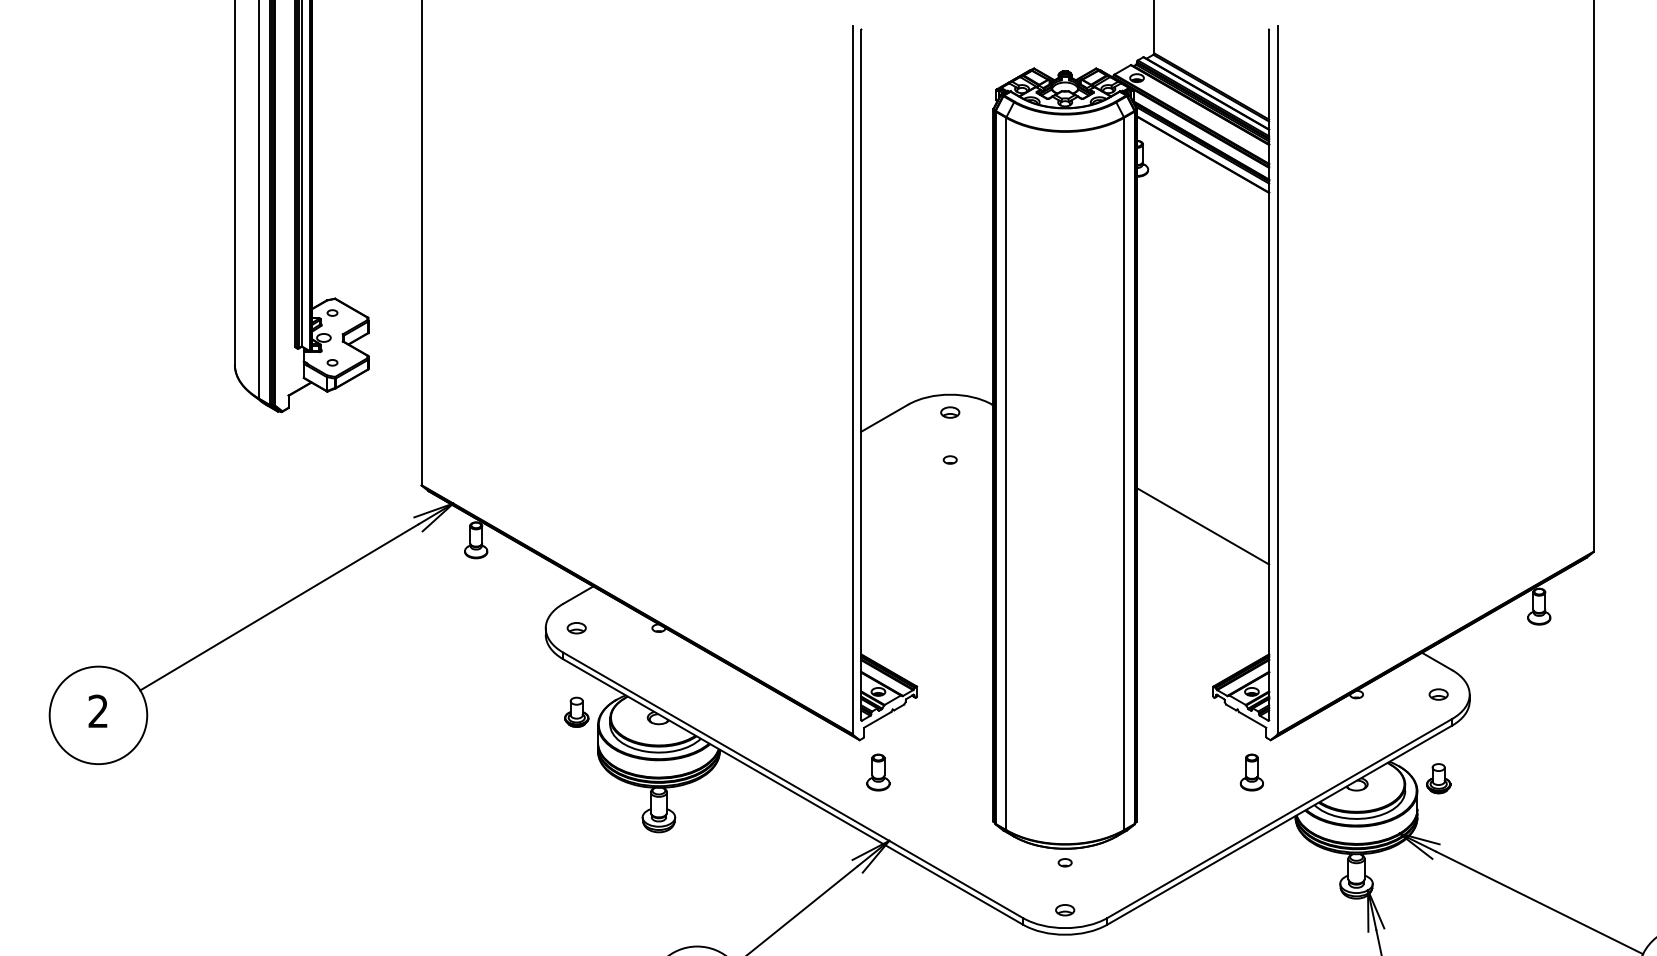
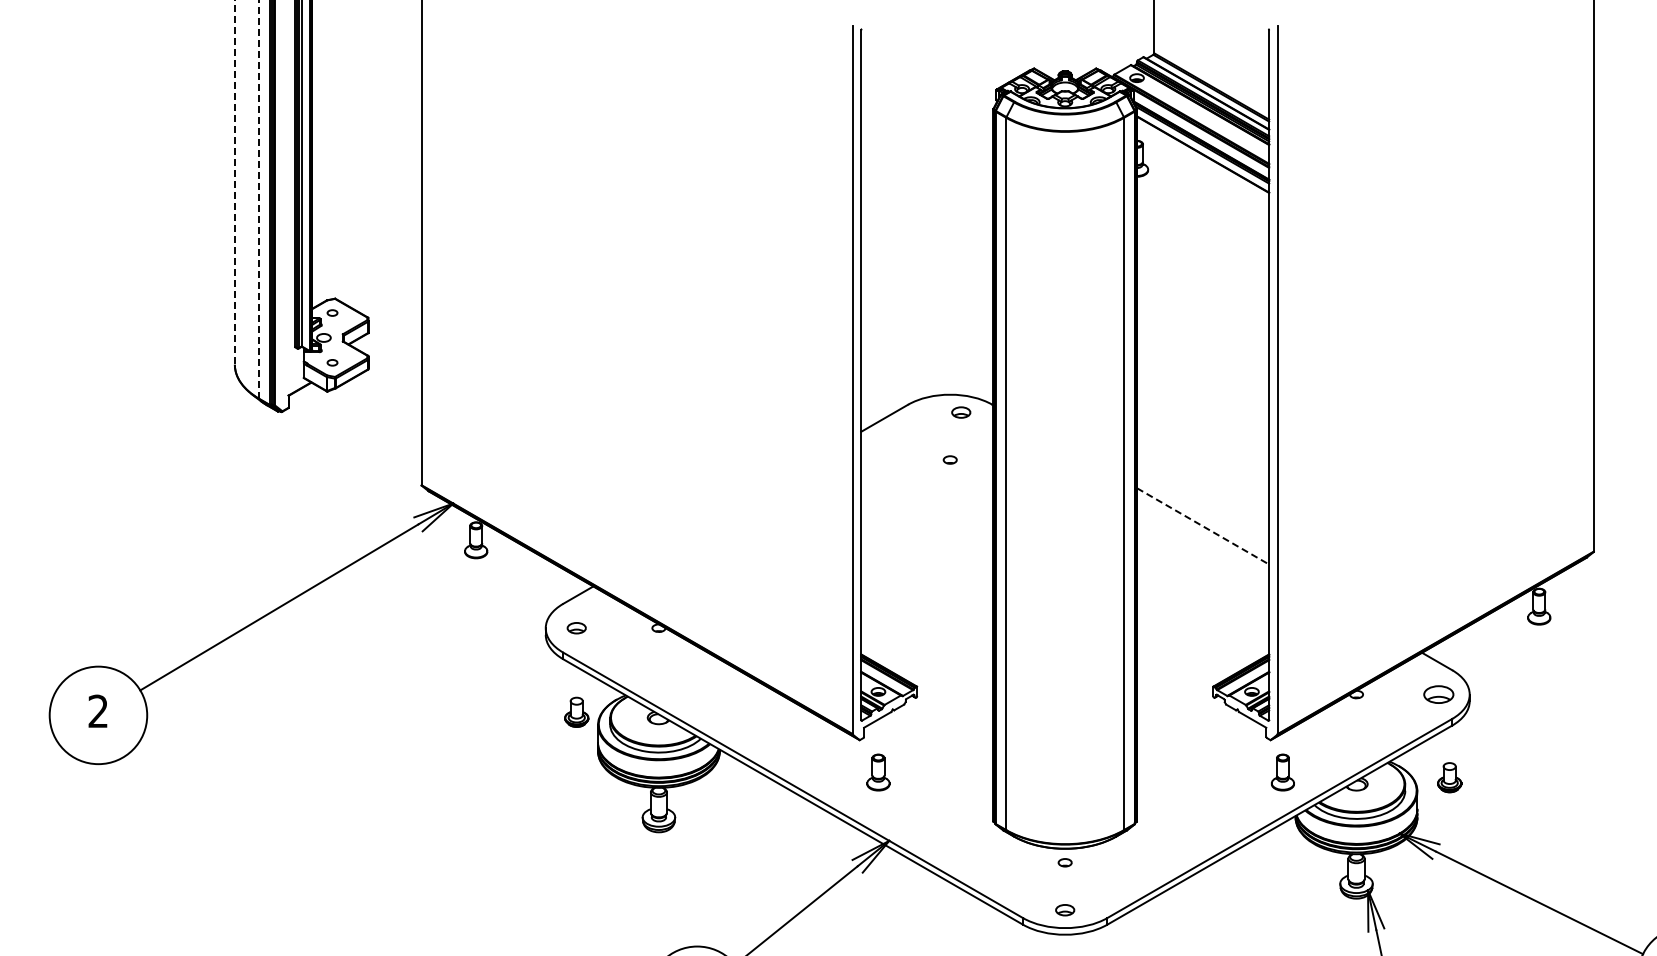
line at (234, 182): solid -> dashed
line at (259, 199): solid -> dashed
part at (950, 412) position: (950, 412) -> (961, 412)
line at (1203, 526): solid -> dashed
part at (1438, 694) size: 21x13 px -> 32x19 px
part at (1251, 772) position: (1251, 772) -> (1282, 772)
part at (1438, 778) position: (1438, 778) -> (1449, 777)
